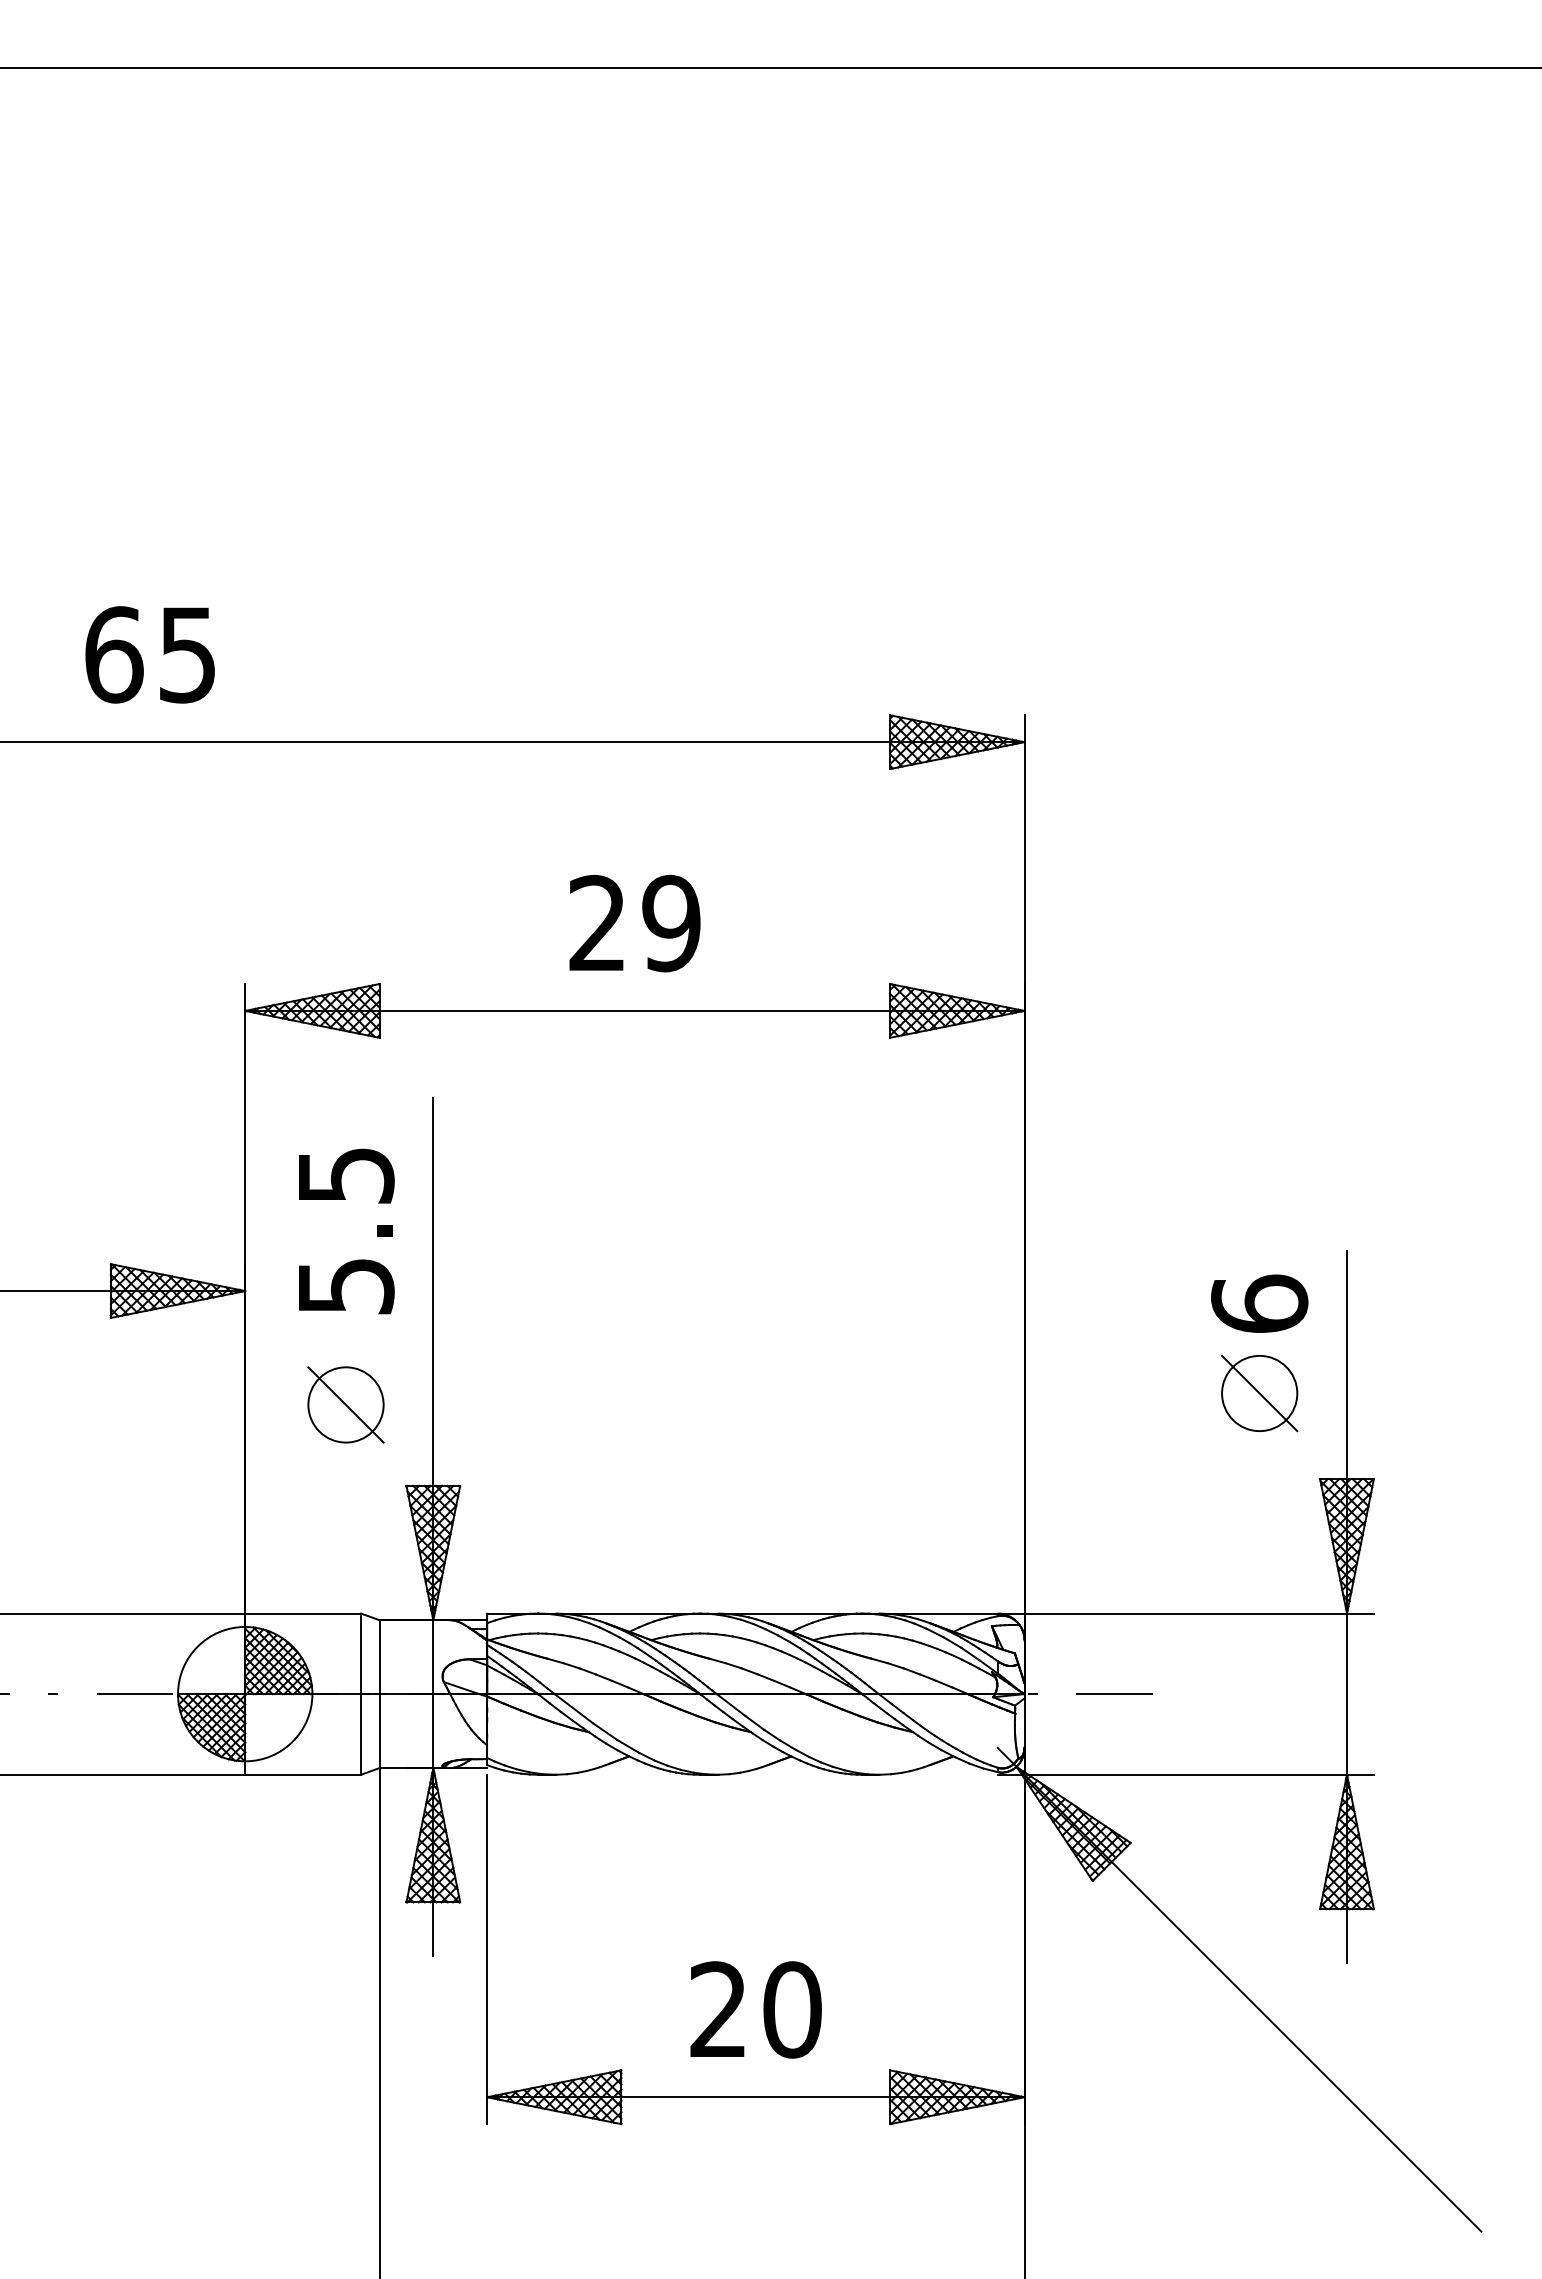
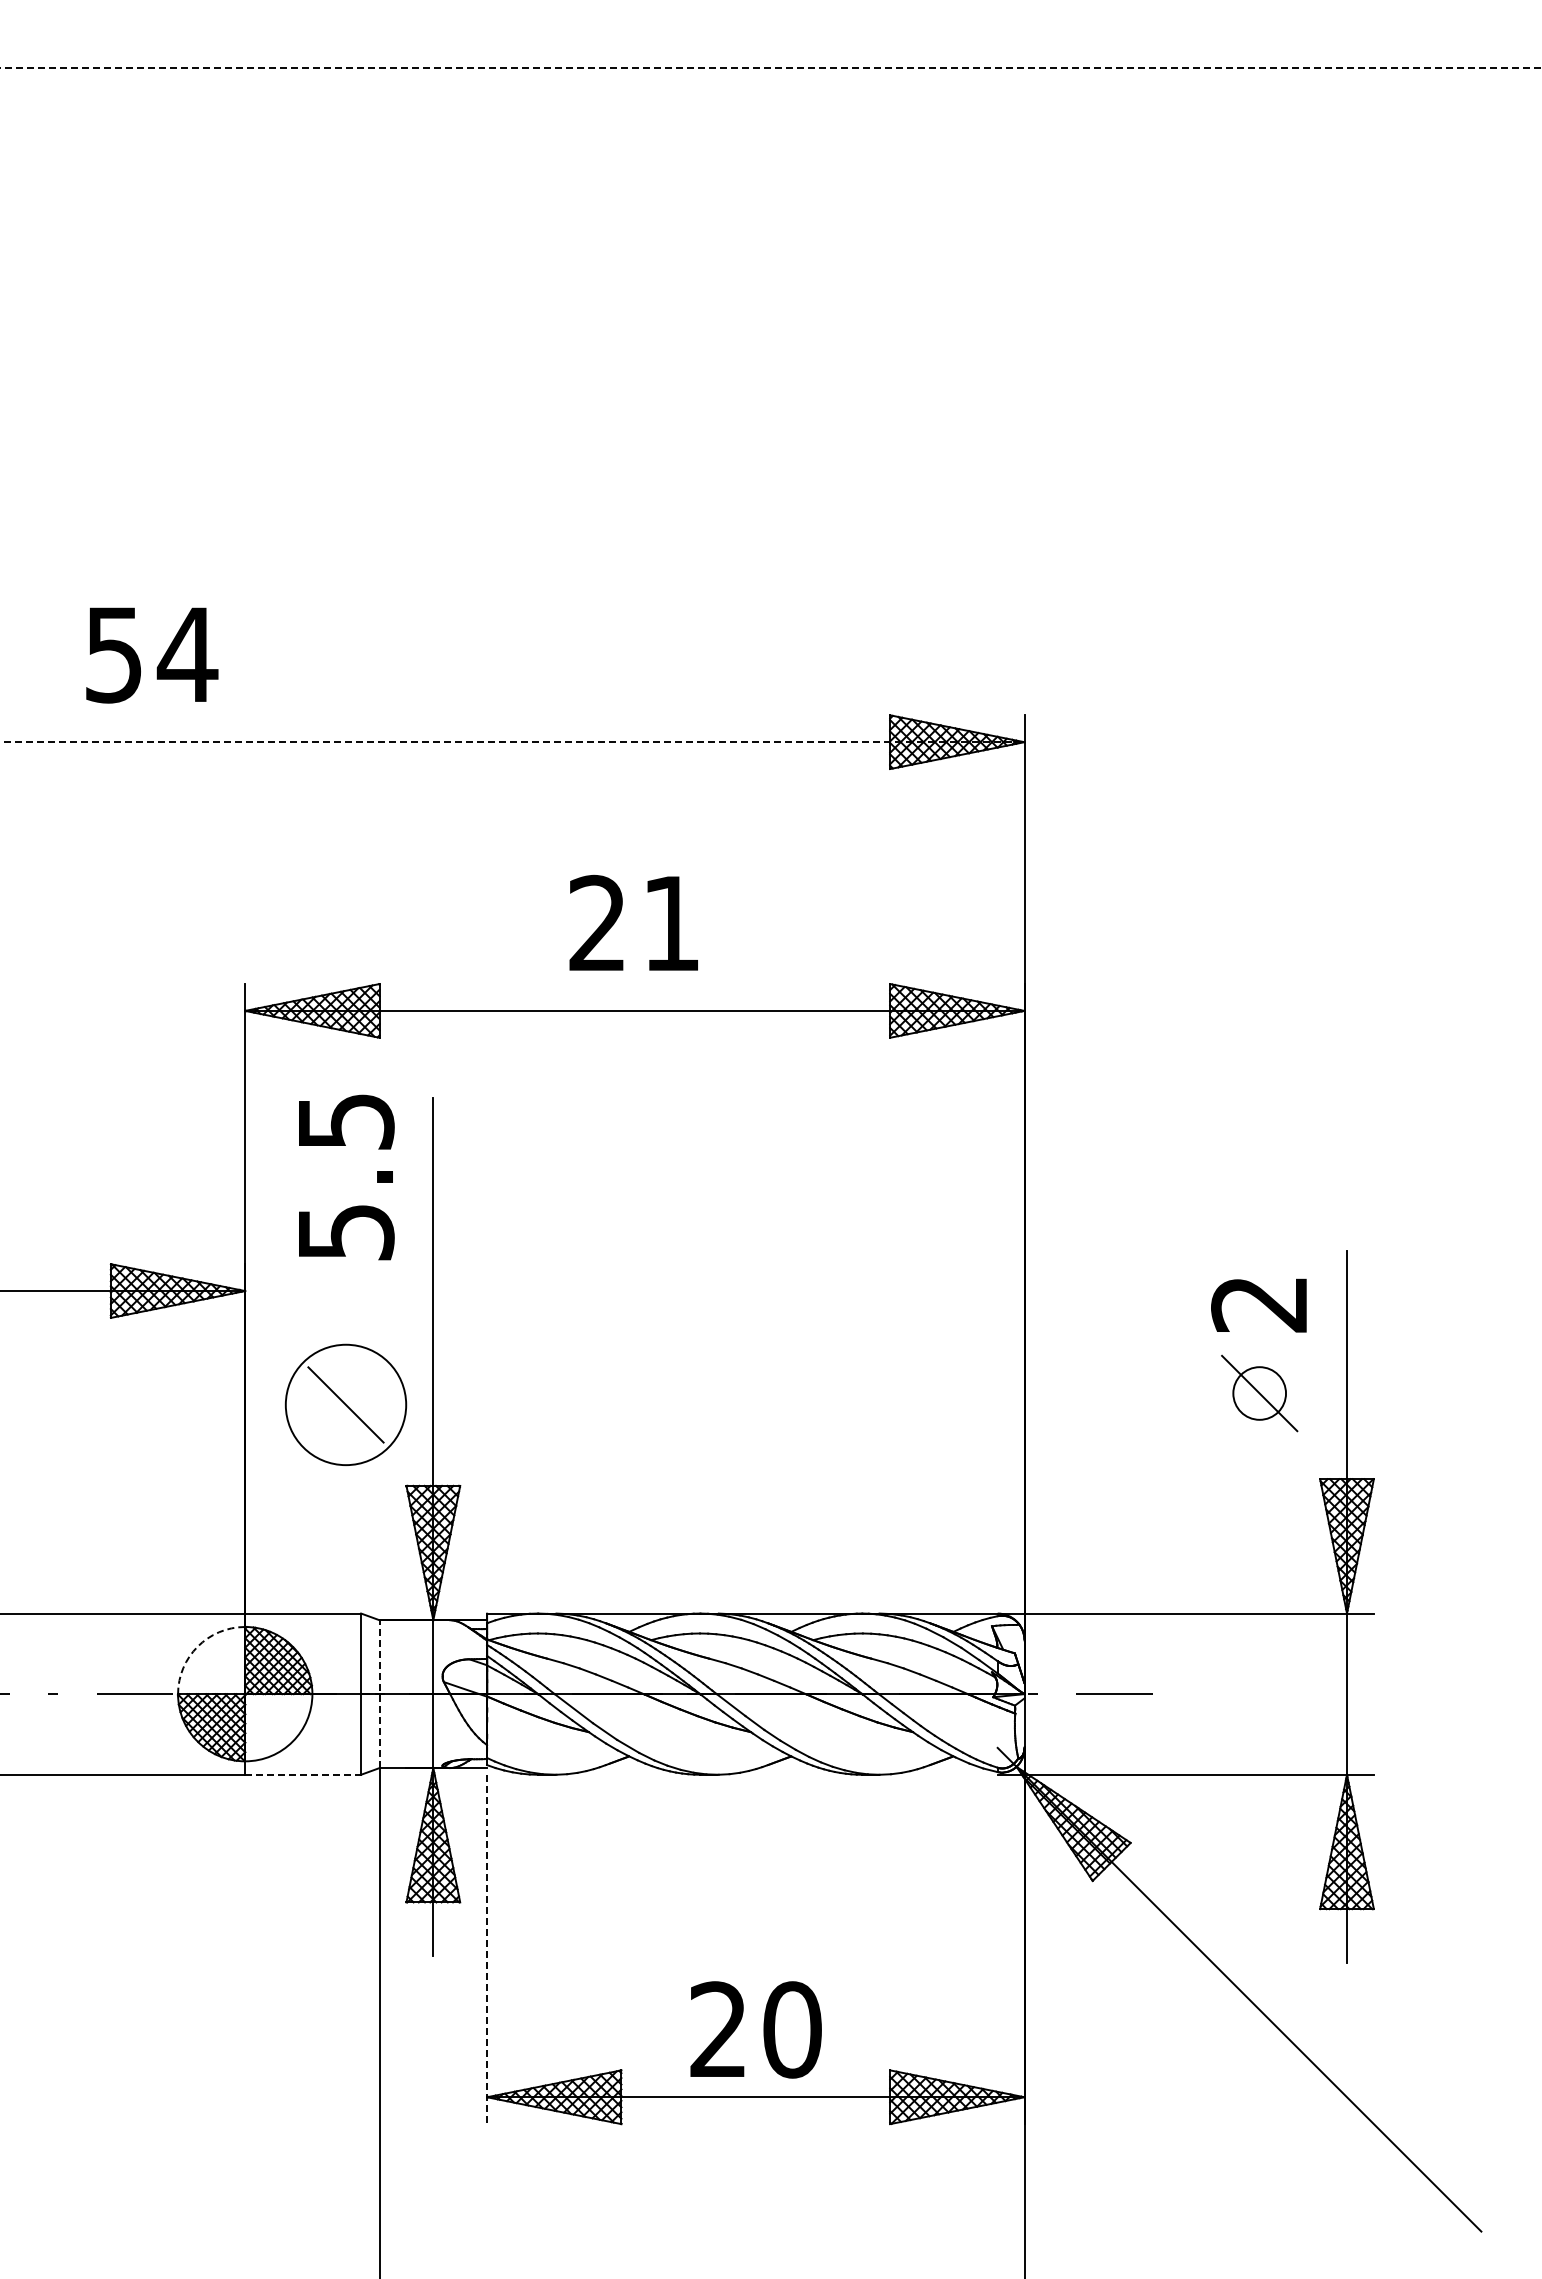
line at (770, 68): solid -> dashed
text at (151, 654): 65 -> 54
line at (512, 742): solid -> dashed
text at (671, 923): 29 -> 21
text at (346, 1231) position: (346, 1231) -> (346, 1177)
text at (1259, 1303): 6 -> 2
circle at (1259, 1393) diameter: 75 px -> 53 px
circle at (345, 1404) diameter: 75 px -> 120 px
arc at (197, 1646): solid -> dashed
line at (379, 1694): solid -> dashed
line at (303, 1774): solid -> dashed
line at (487, 1949): solid -> dashed
text at (755, 2009) position: (755, 2009) -> (755, 2029)
